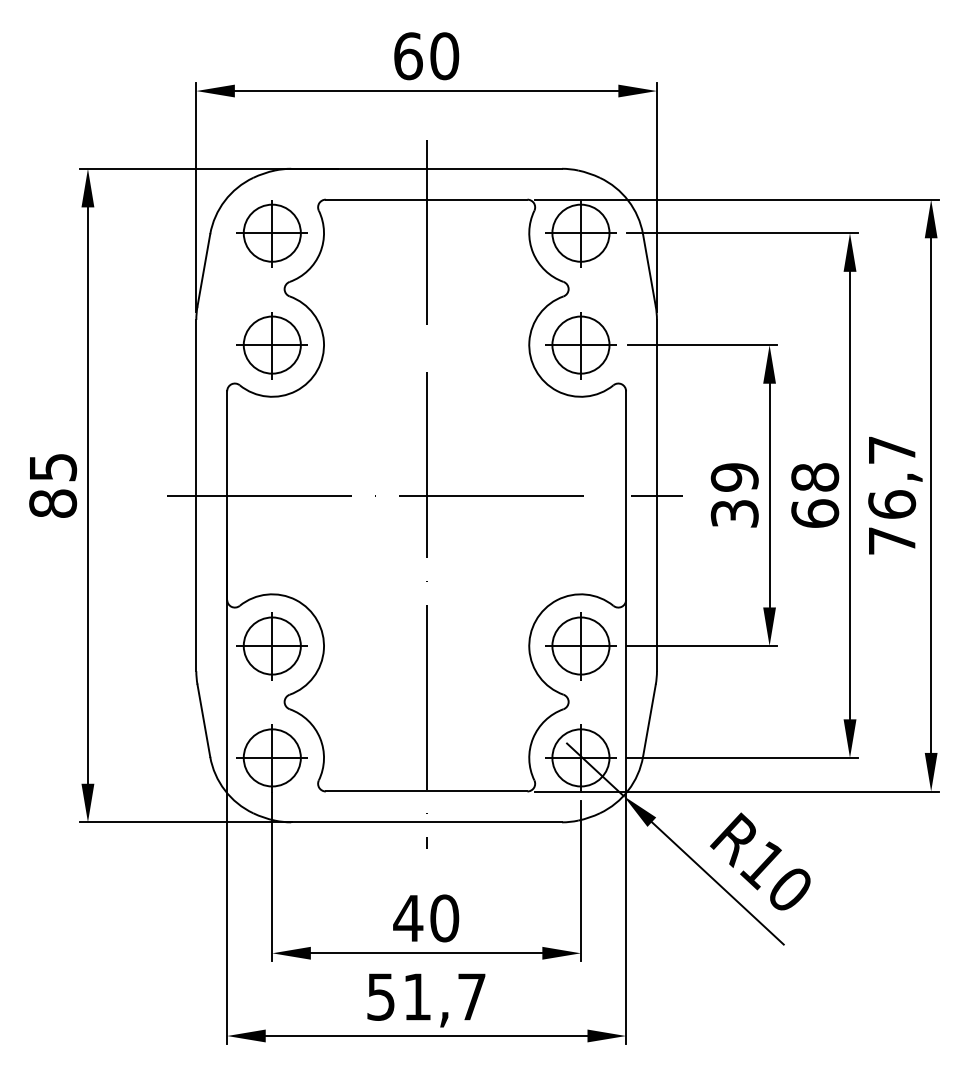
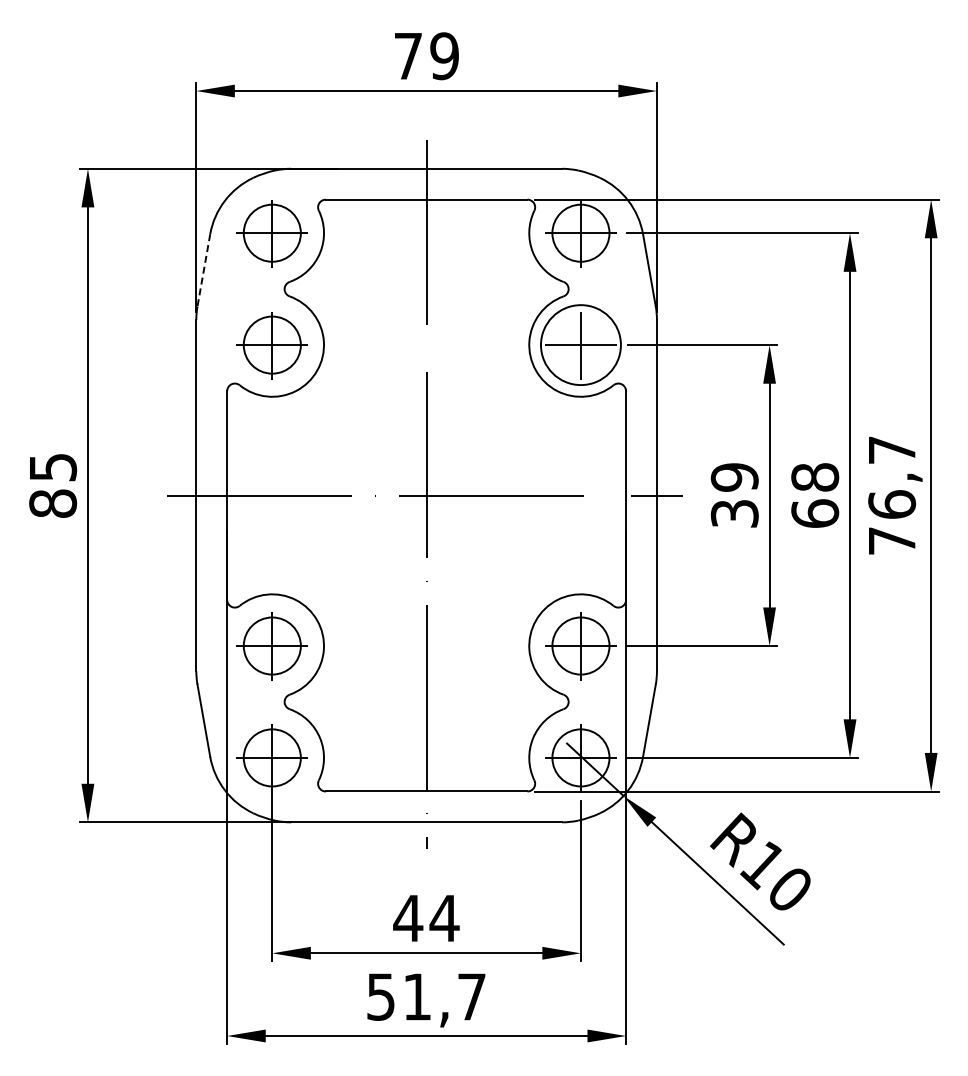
text at (426, 56): 60 -> 79
line at (203, 270): solid -> dashed
circle at (580, 344) diameter: 57 px -> 80 px
text at (444, 918): 40 -> 44
